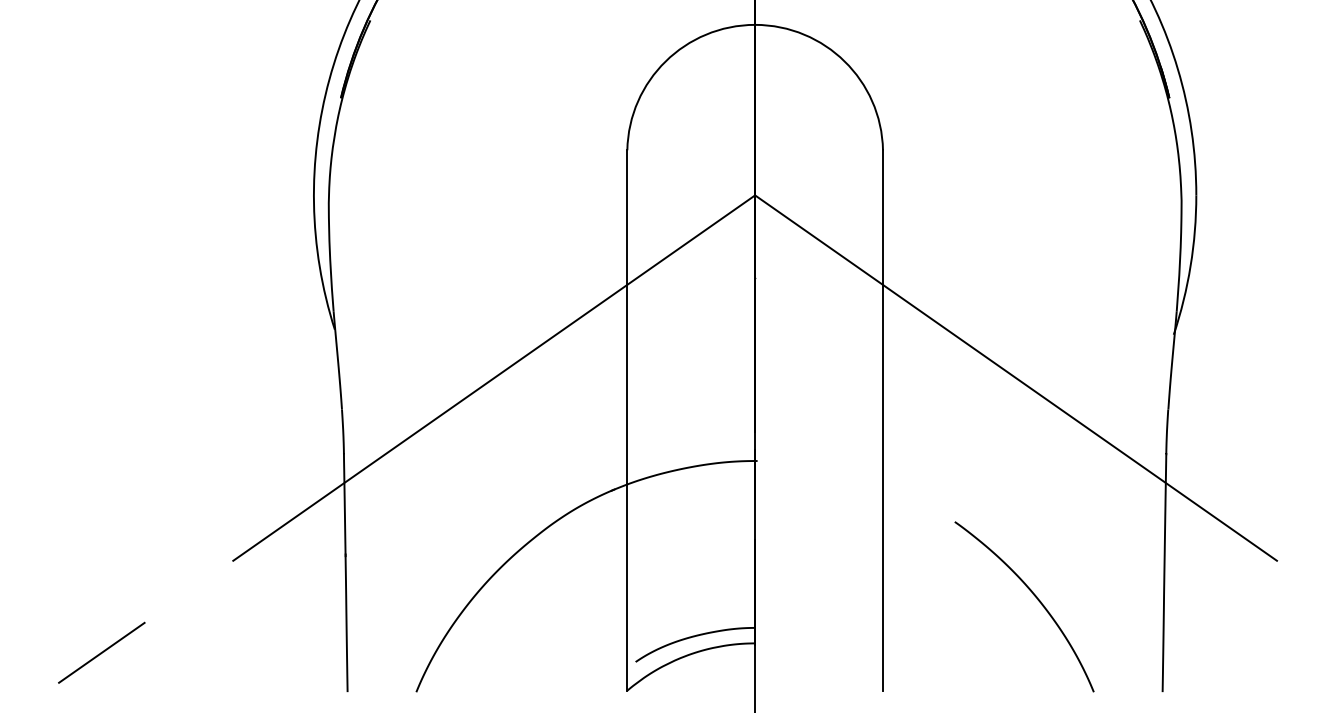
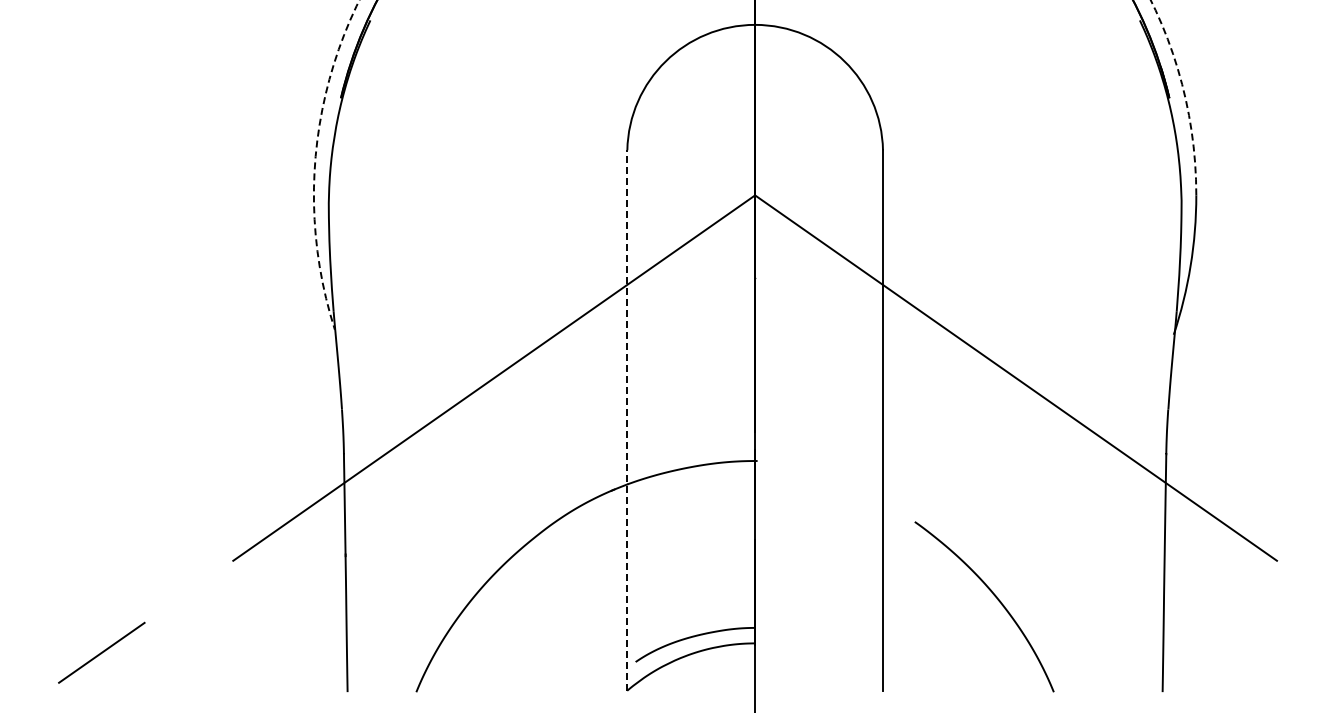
arc at (333, 64): solid -> dashed
line at (627, 419): solid -> dashed
curve at (1034, 596) position: (1034, 596) -> (994, 596)
